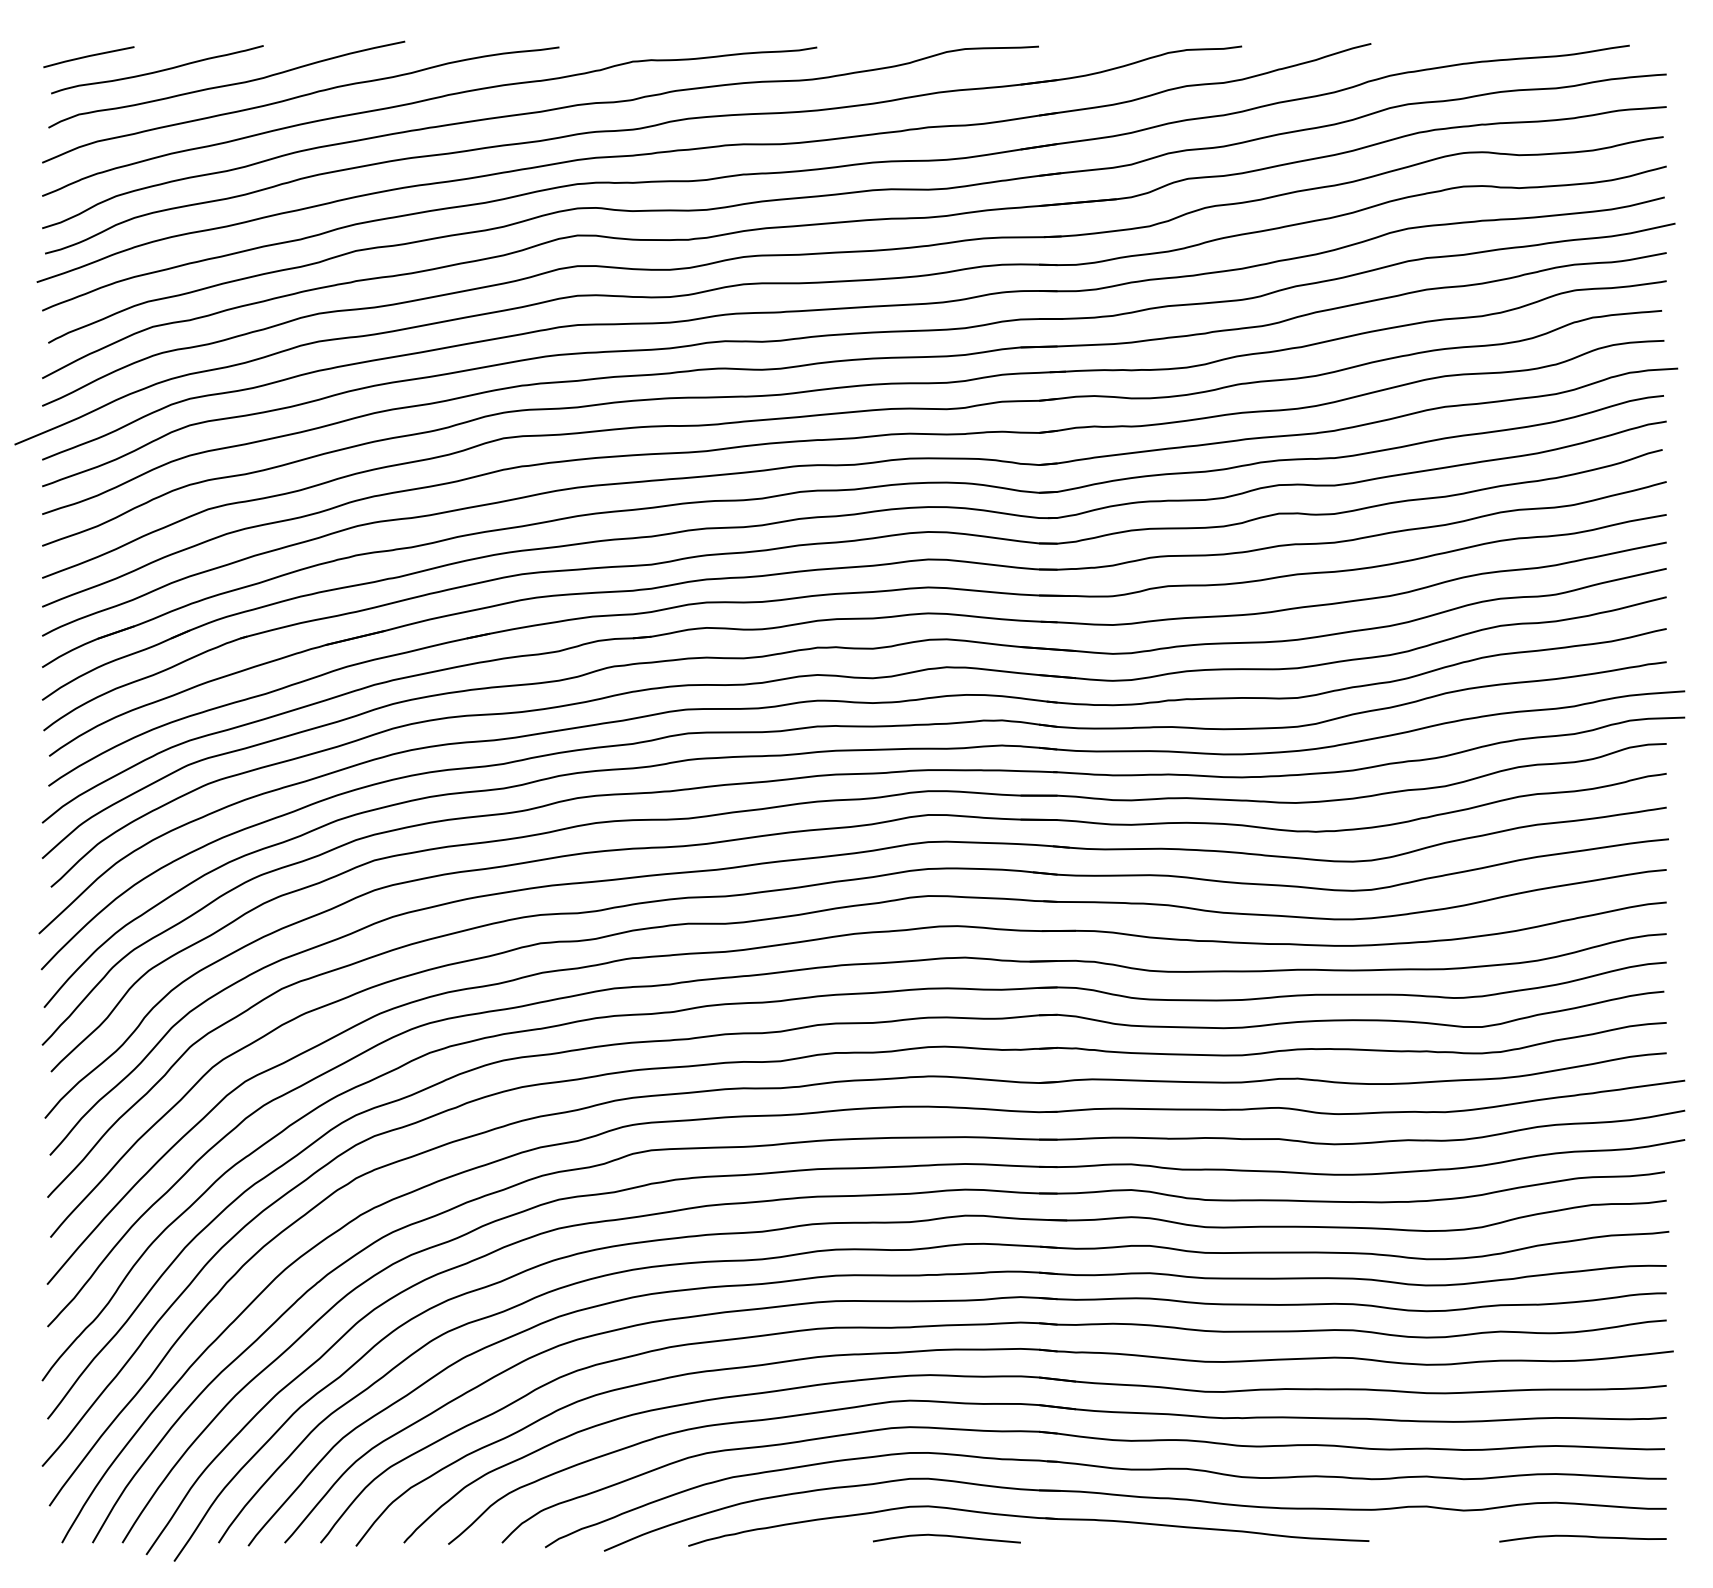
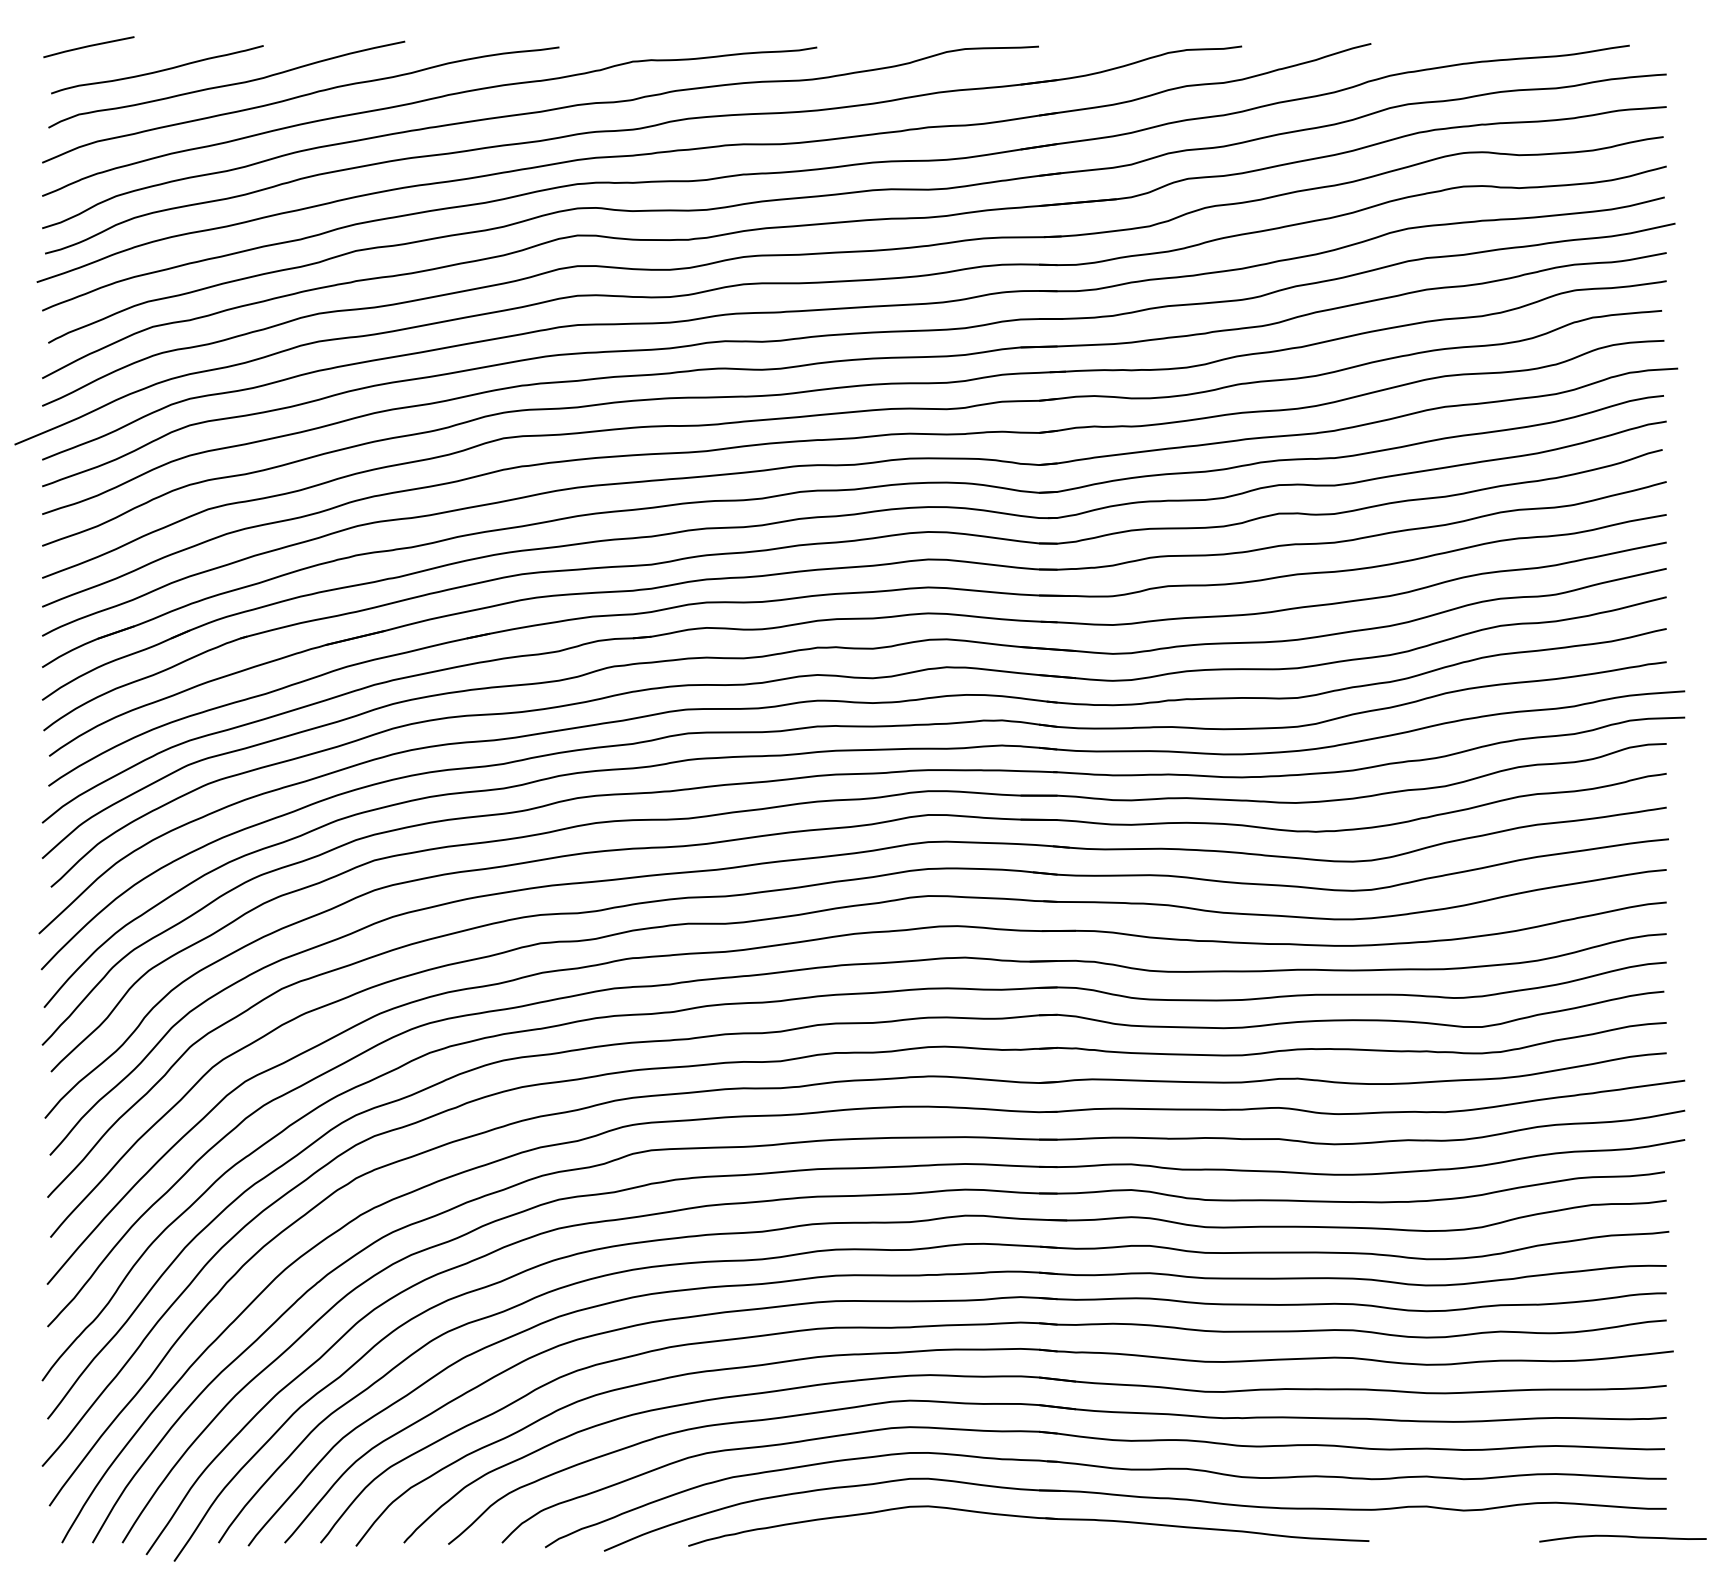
line at (88, 57) position: (88, 57) -> (88, 47)
curve at (946, 1536): present -> none
curve at (1582, 1537) position: (1582, 1537) -> (1622, 1537)
